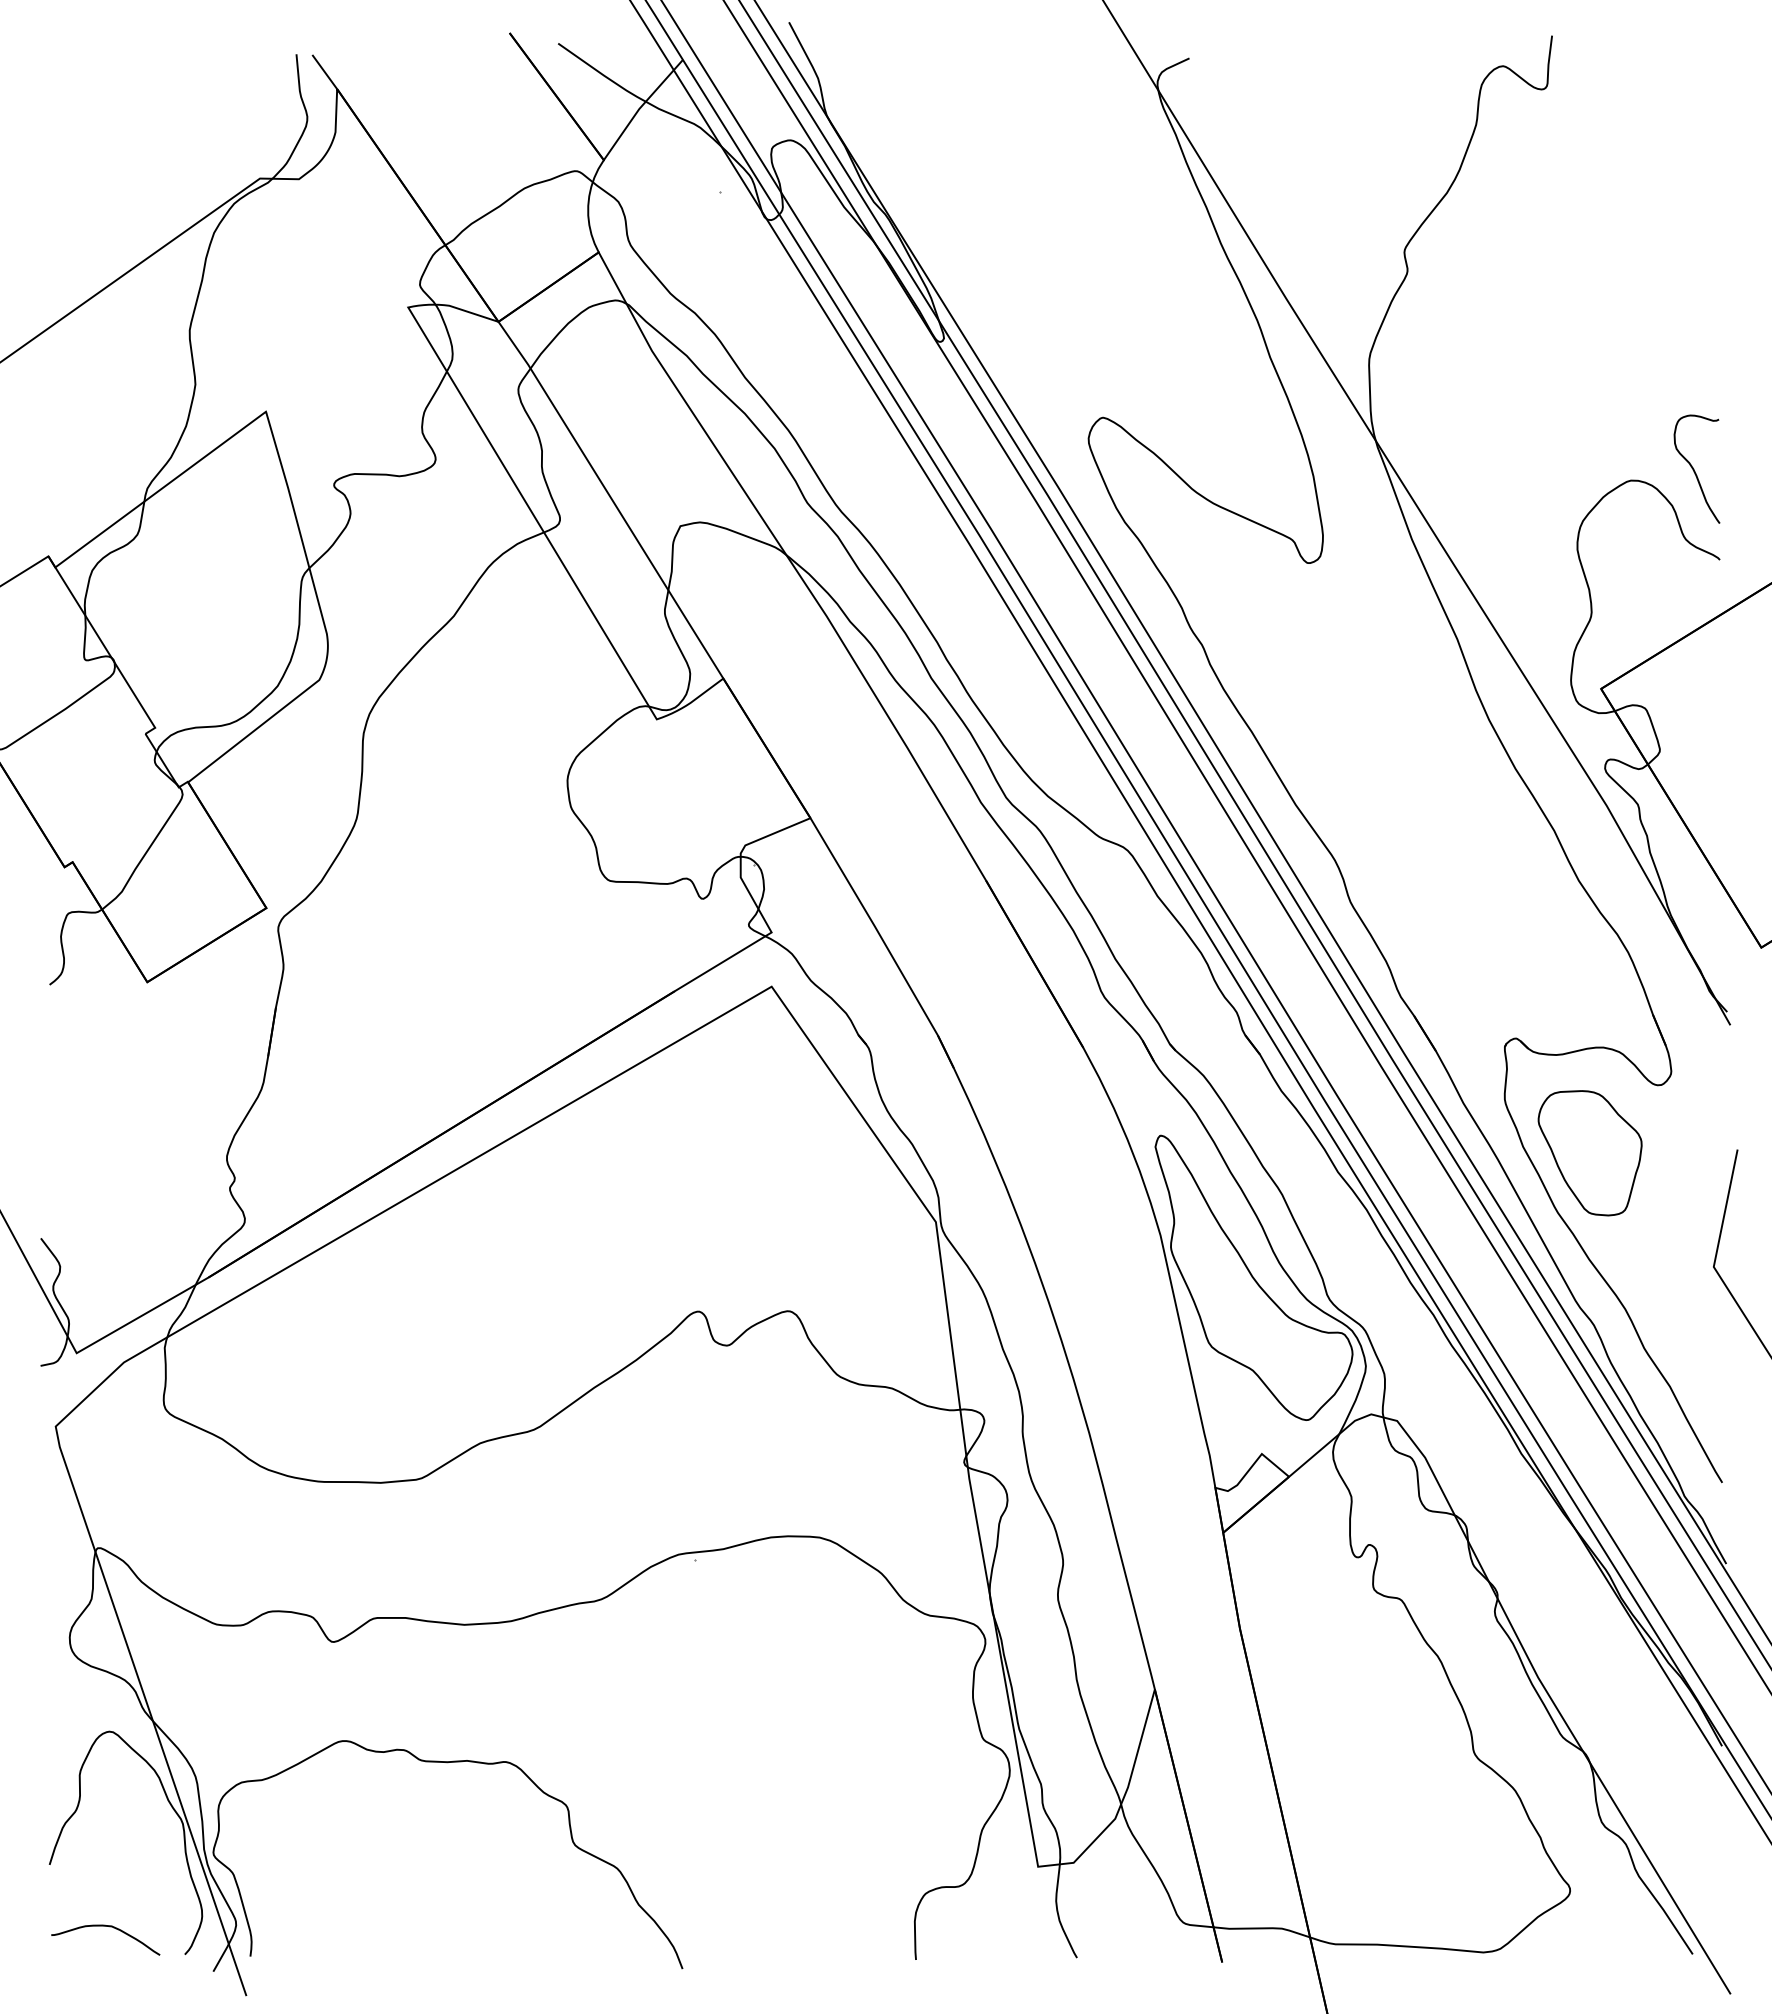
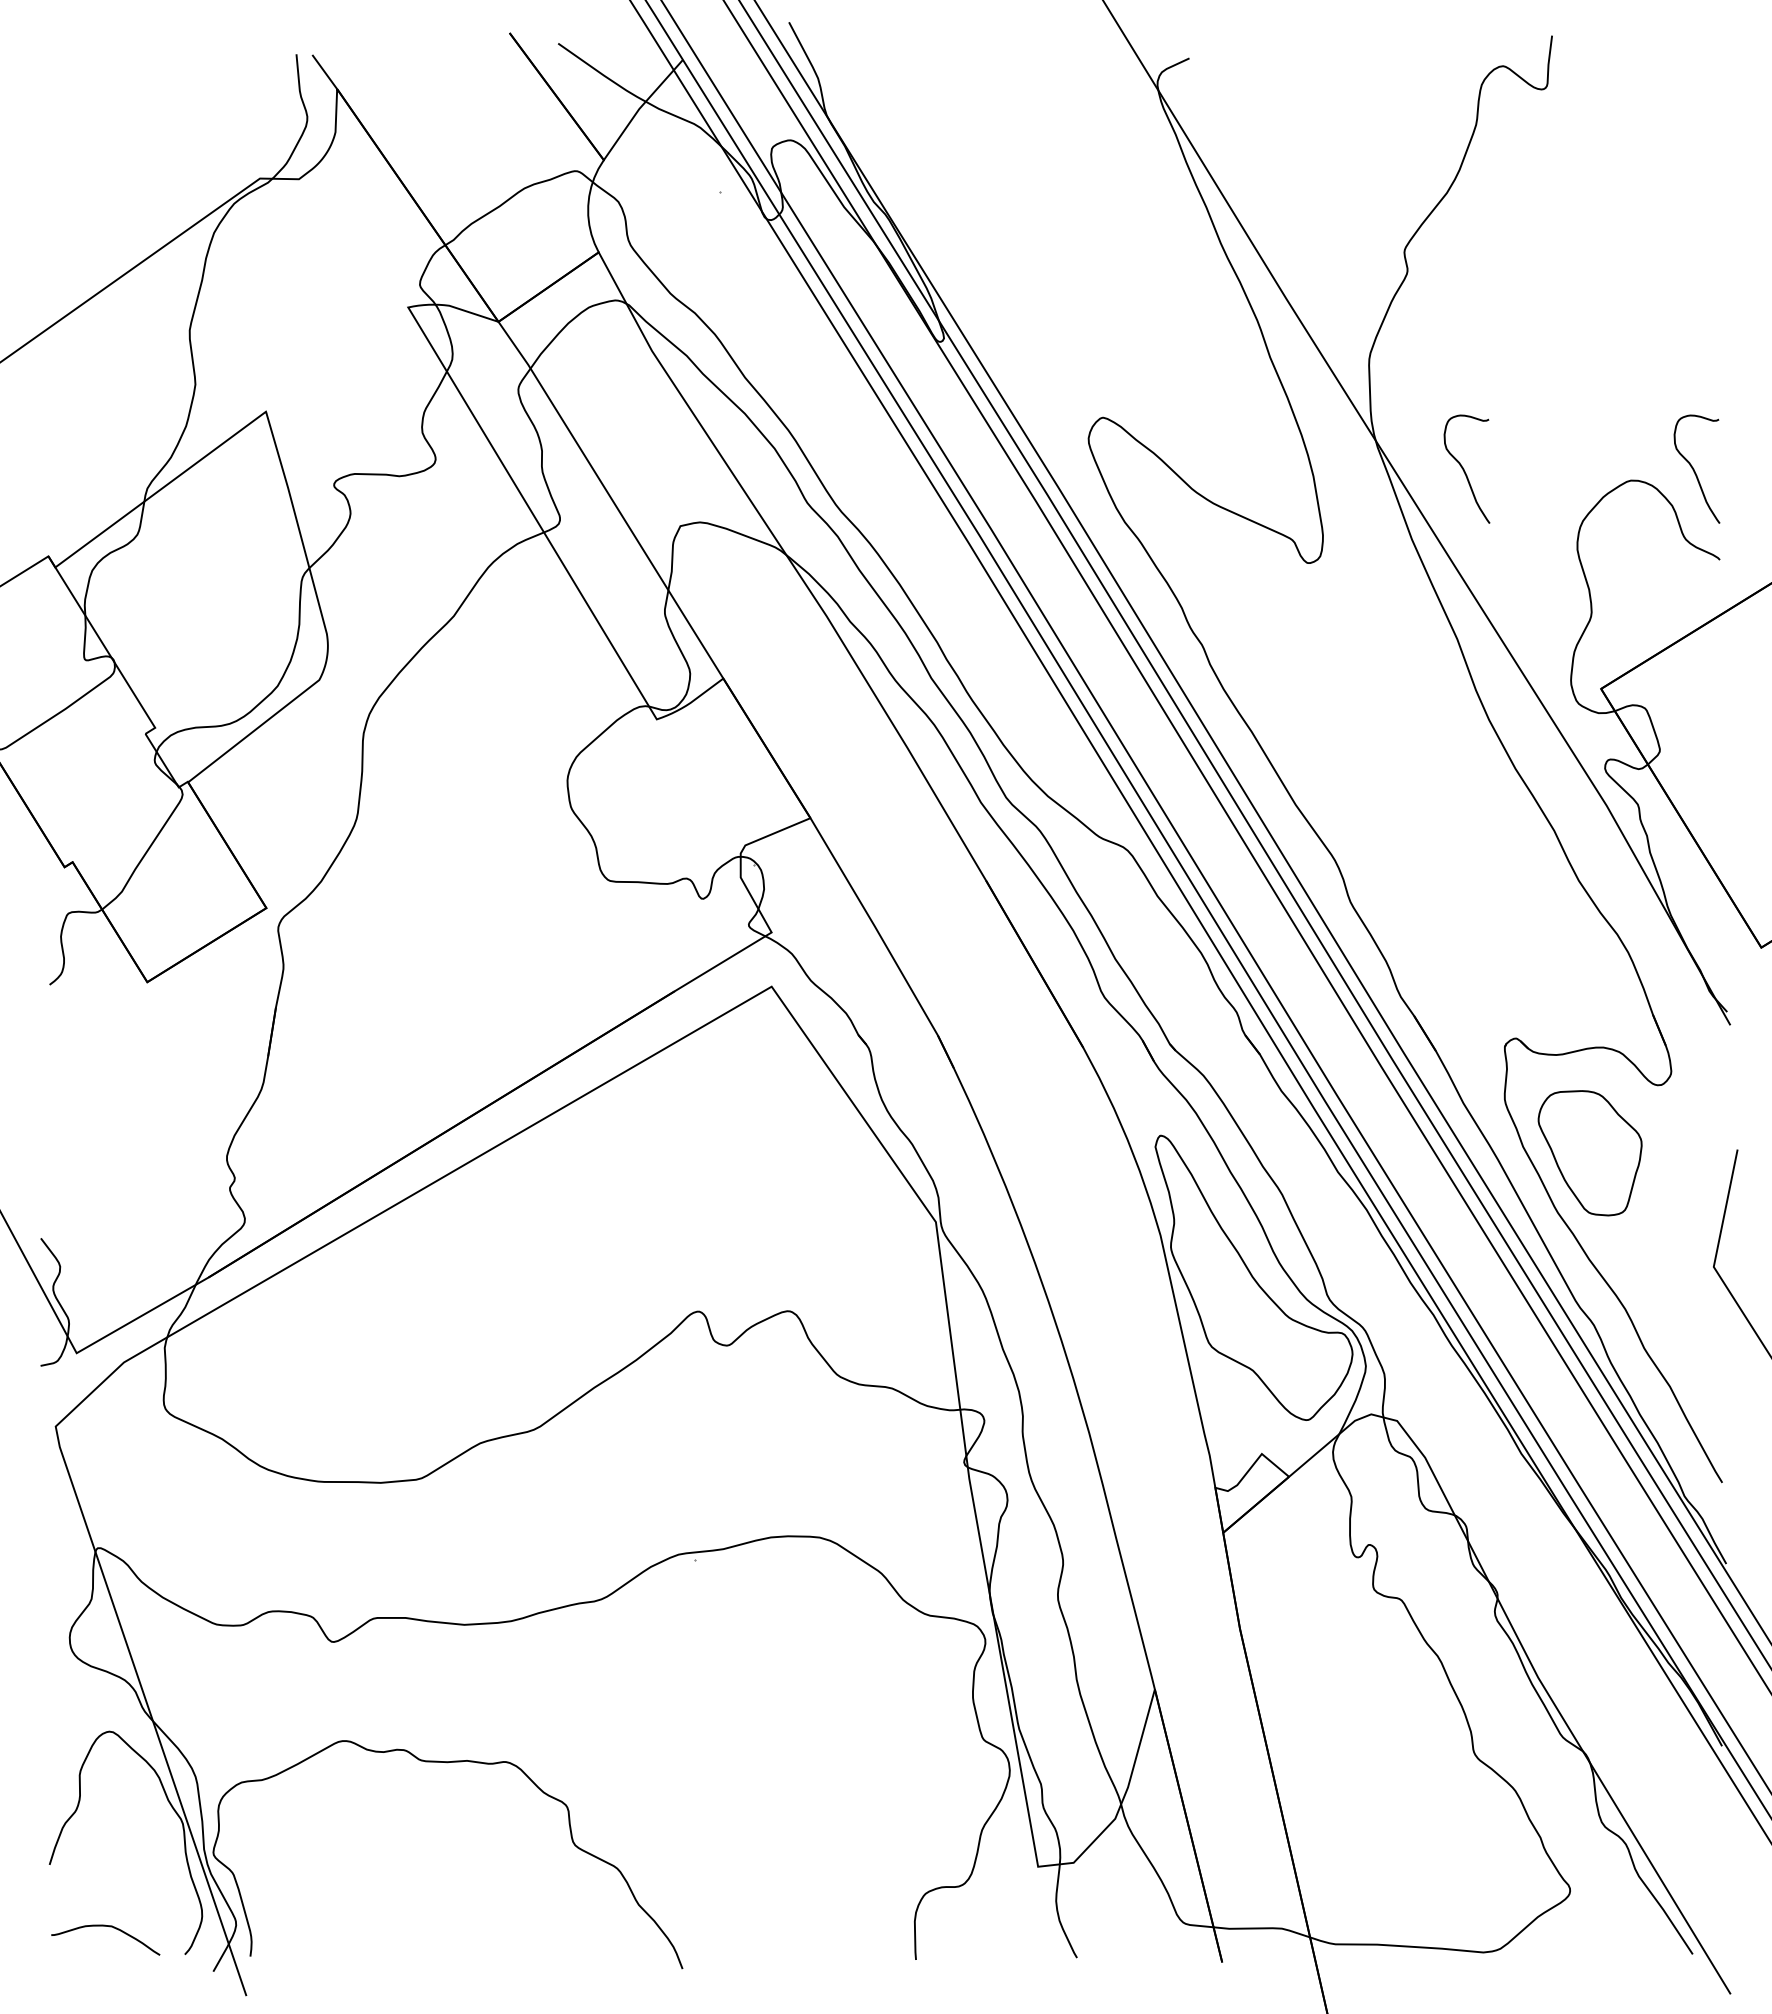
curve at (1464, 469): none -> present
